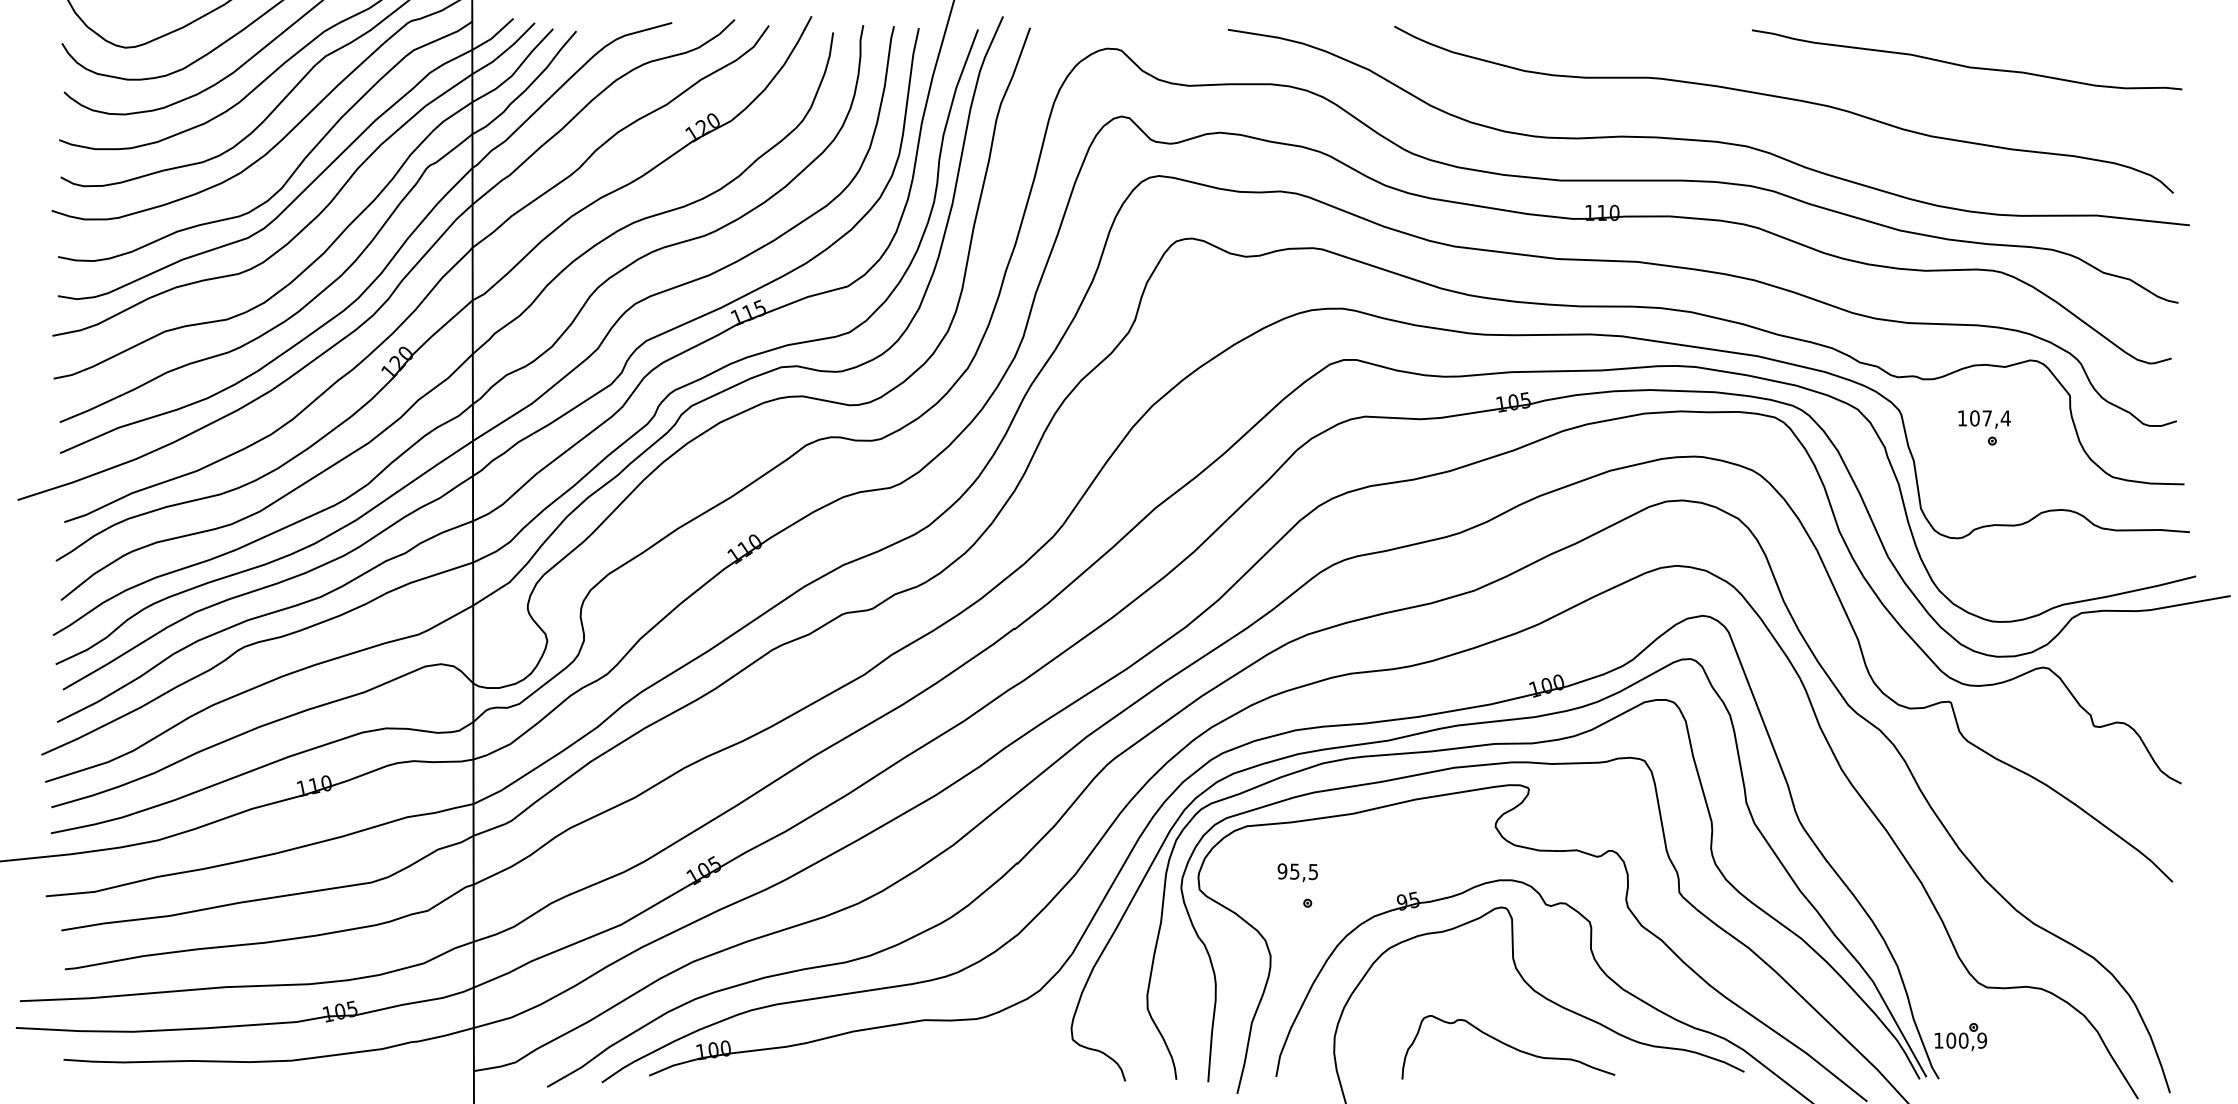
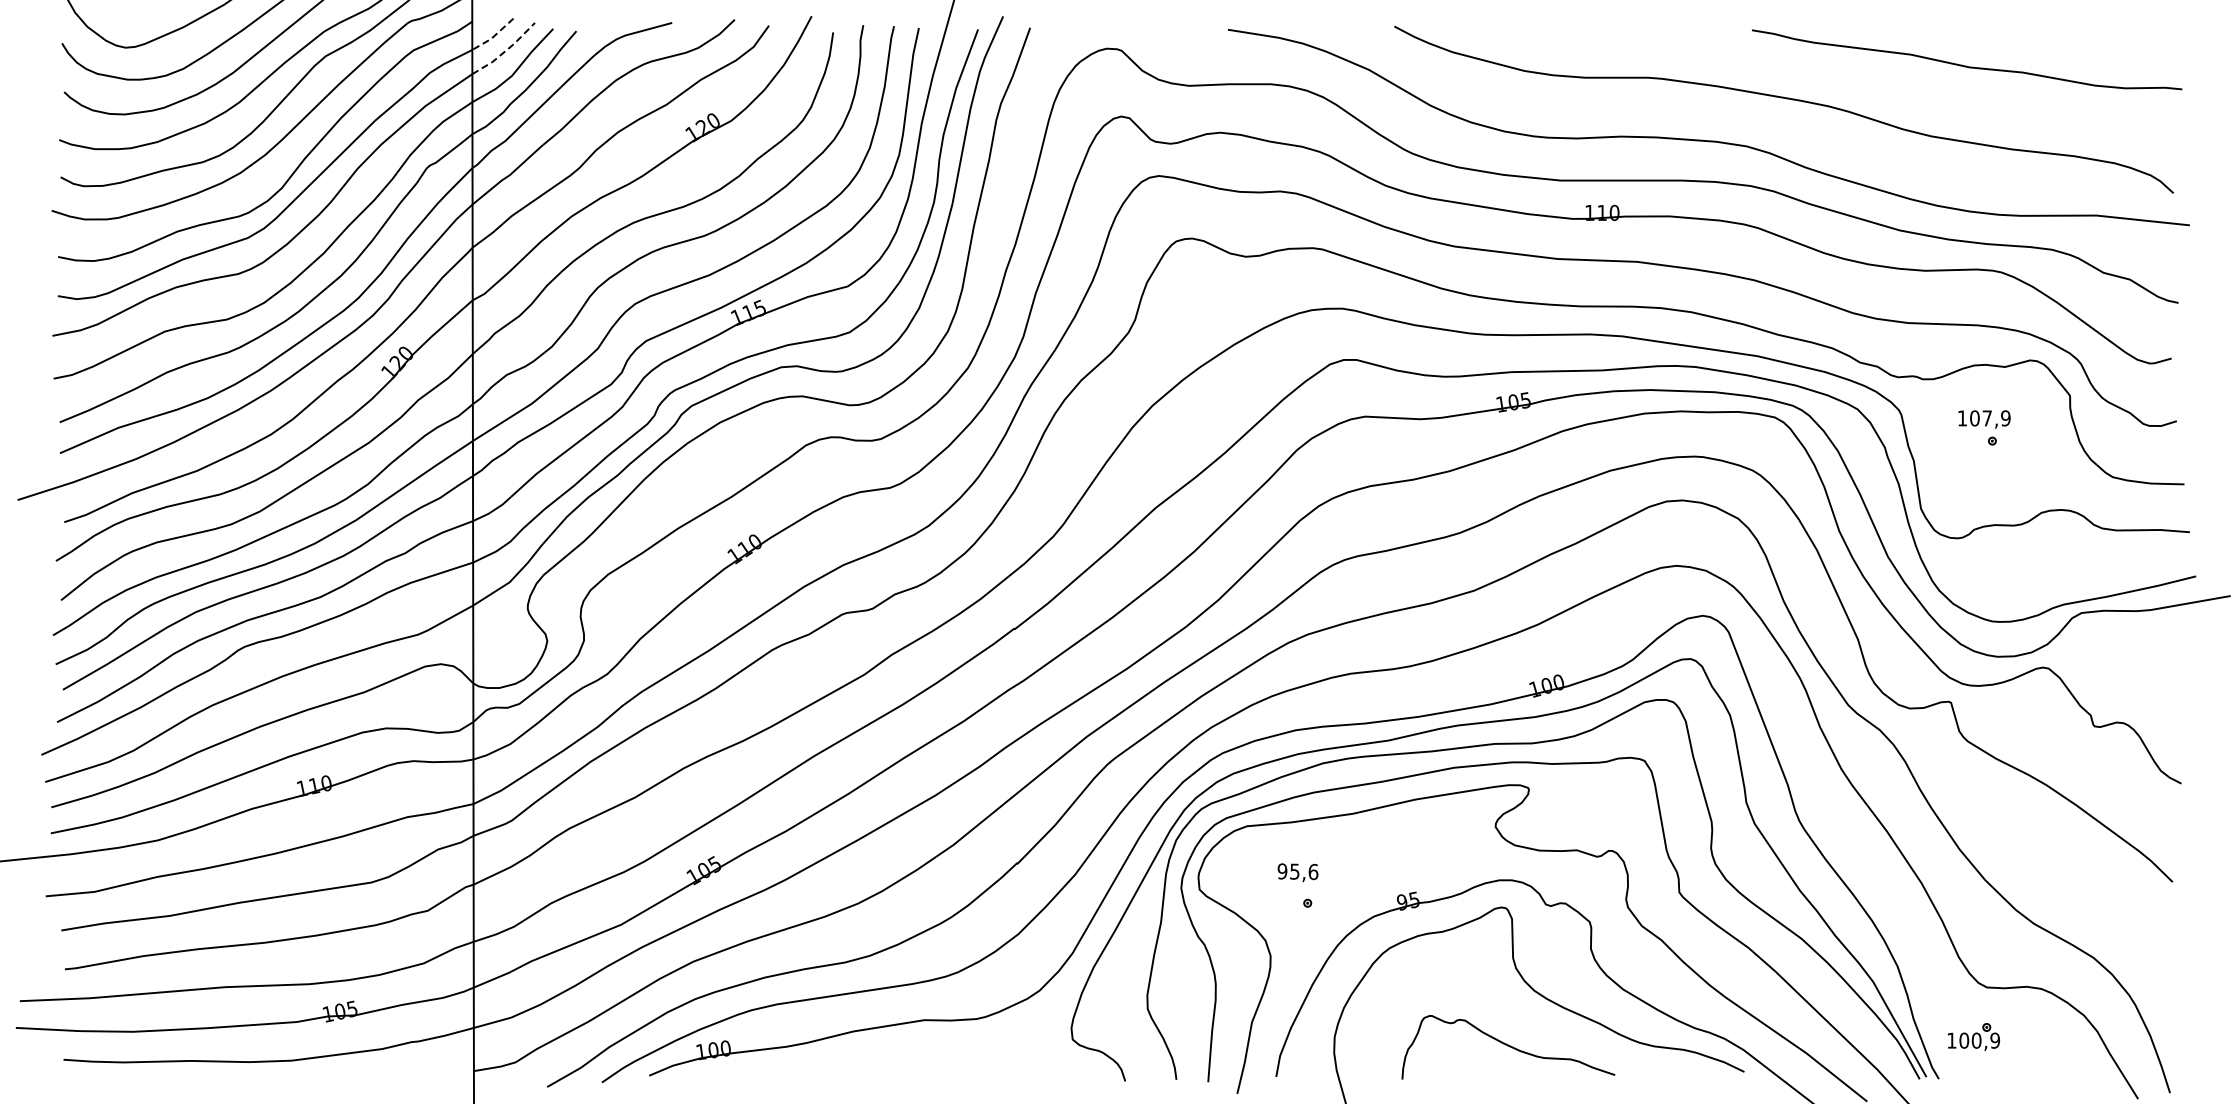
line at (494, 36): solid -> dashed
line at (506, 50): solid -> dashed
text at (2005, 418): 107,4 -> 107,9
text at (1313, 871): 95,5 -> 95,6
part at (1960, 1036) position: (1960, 1036) -> (1973, 1036)
